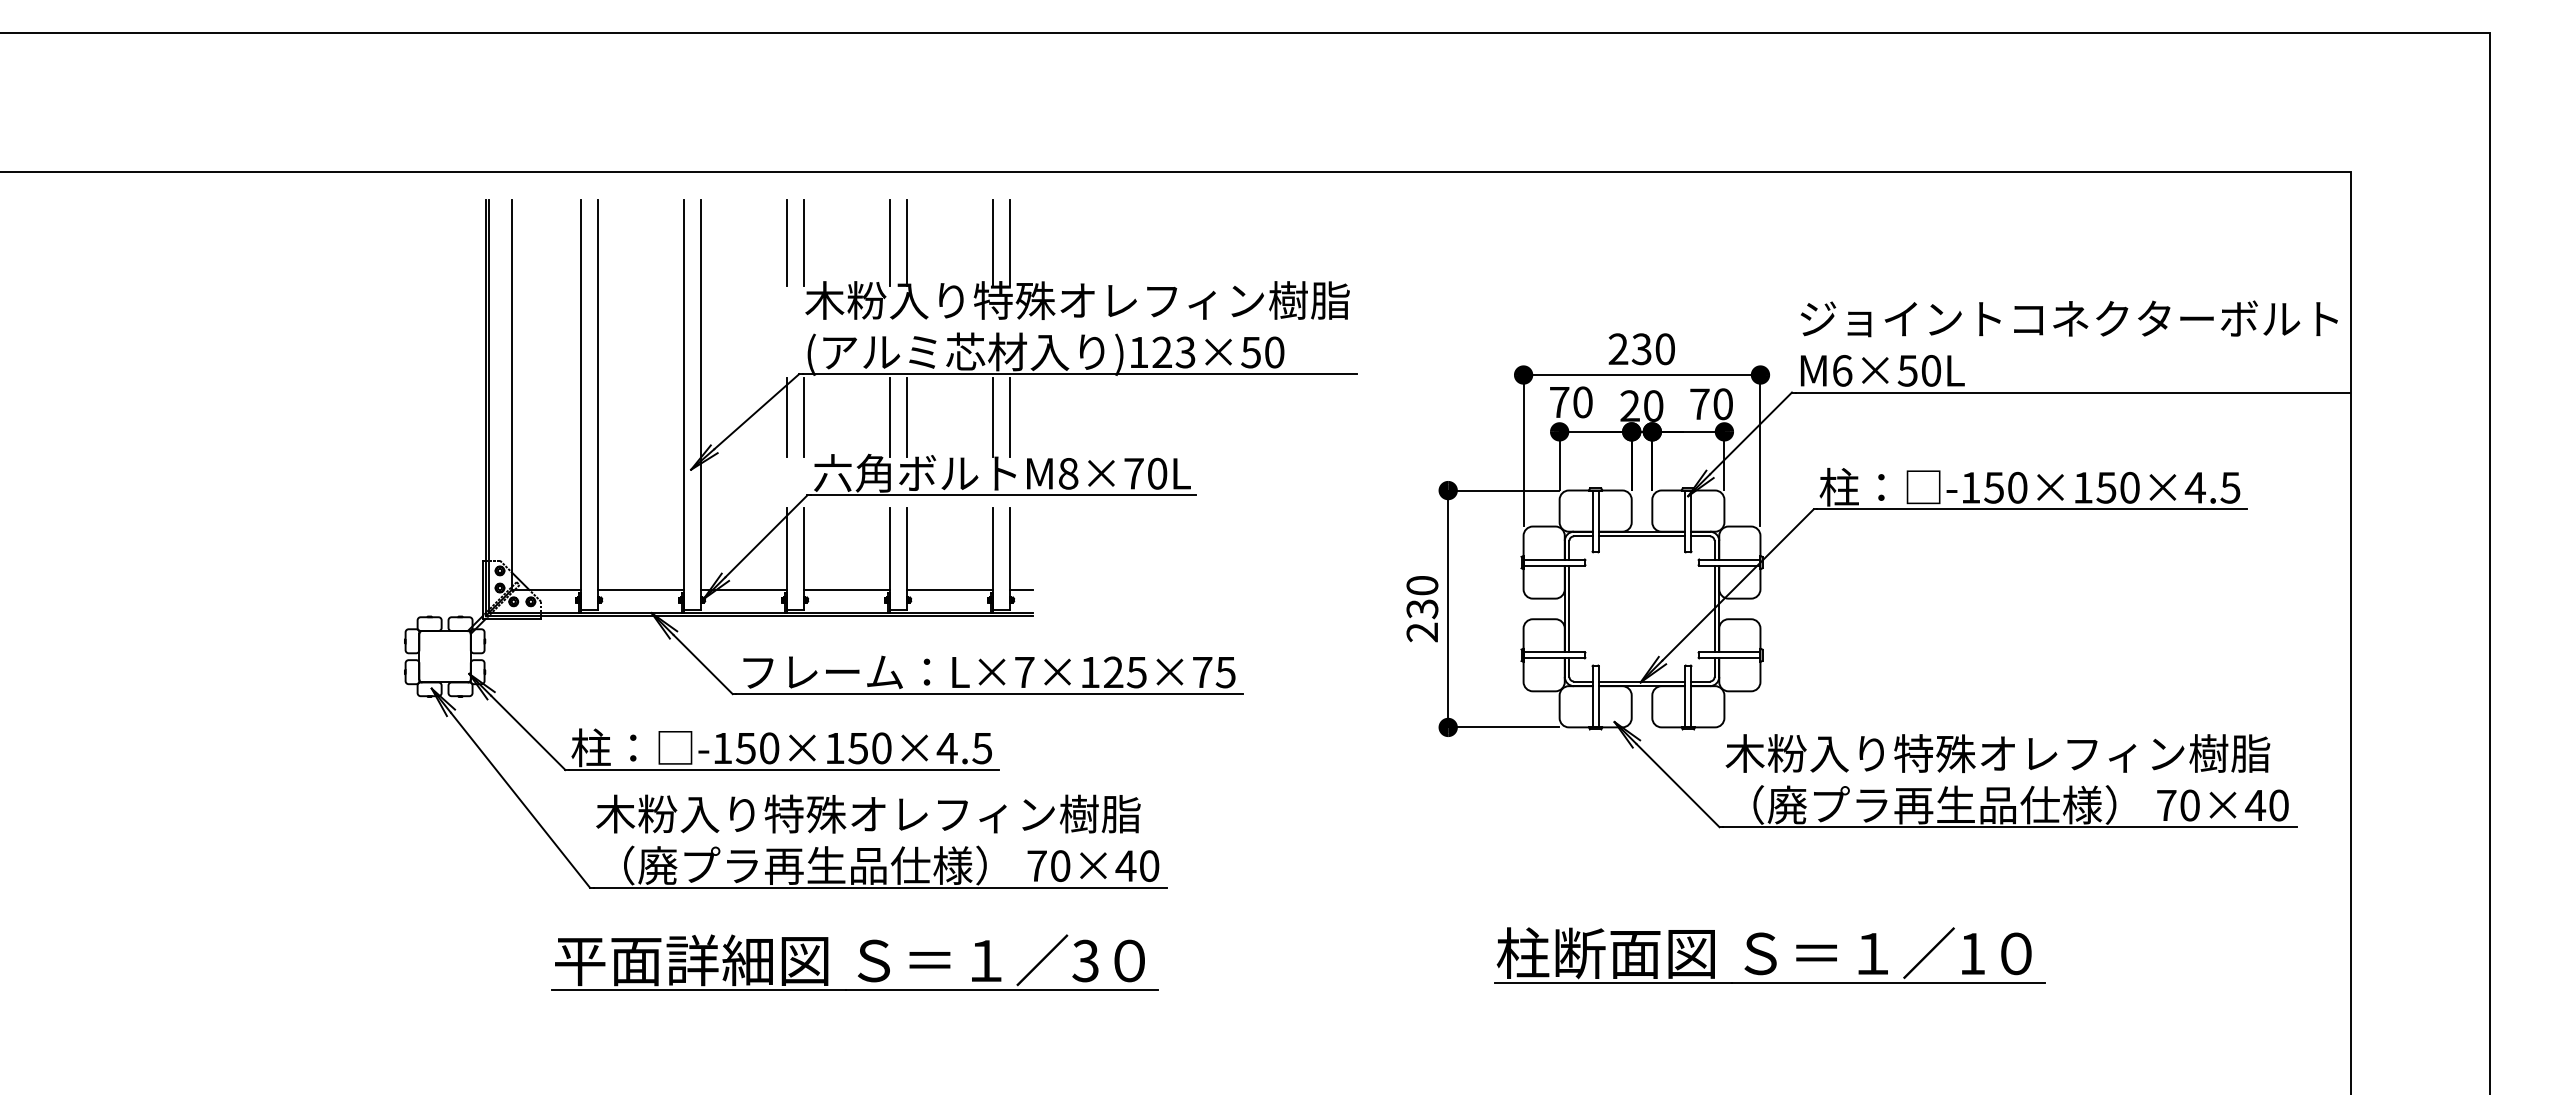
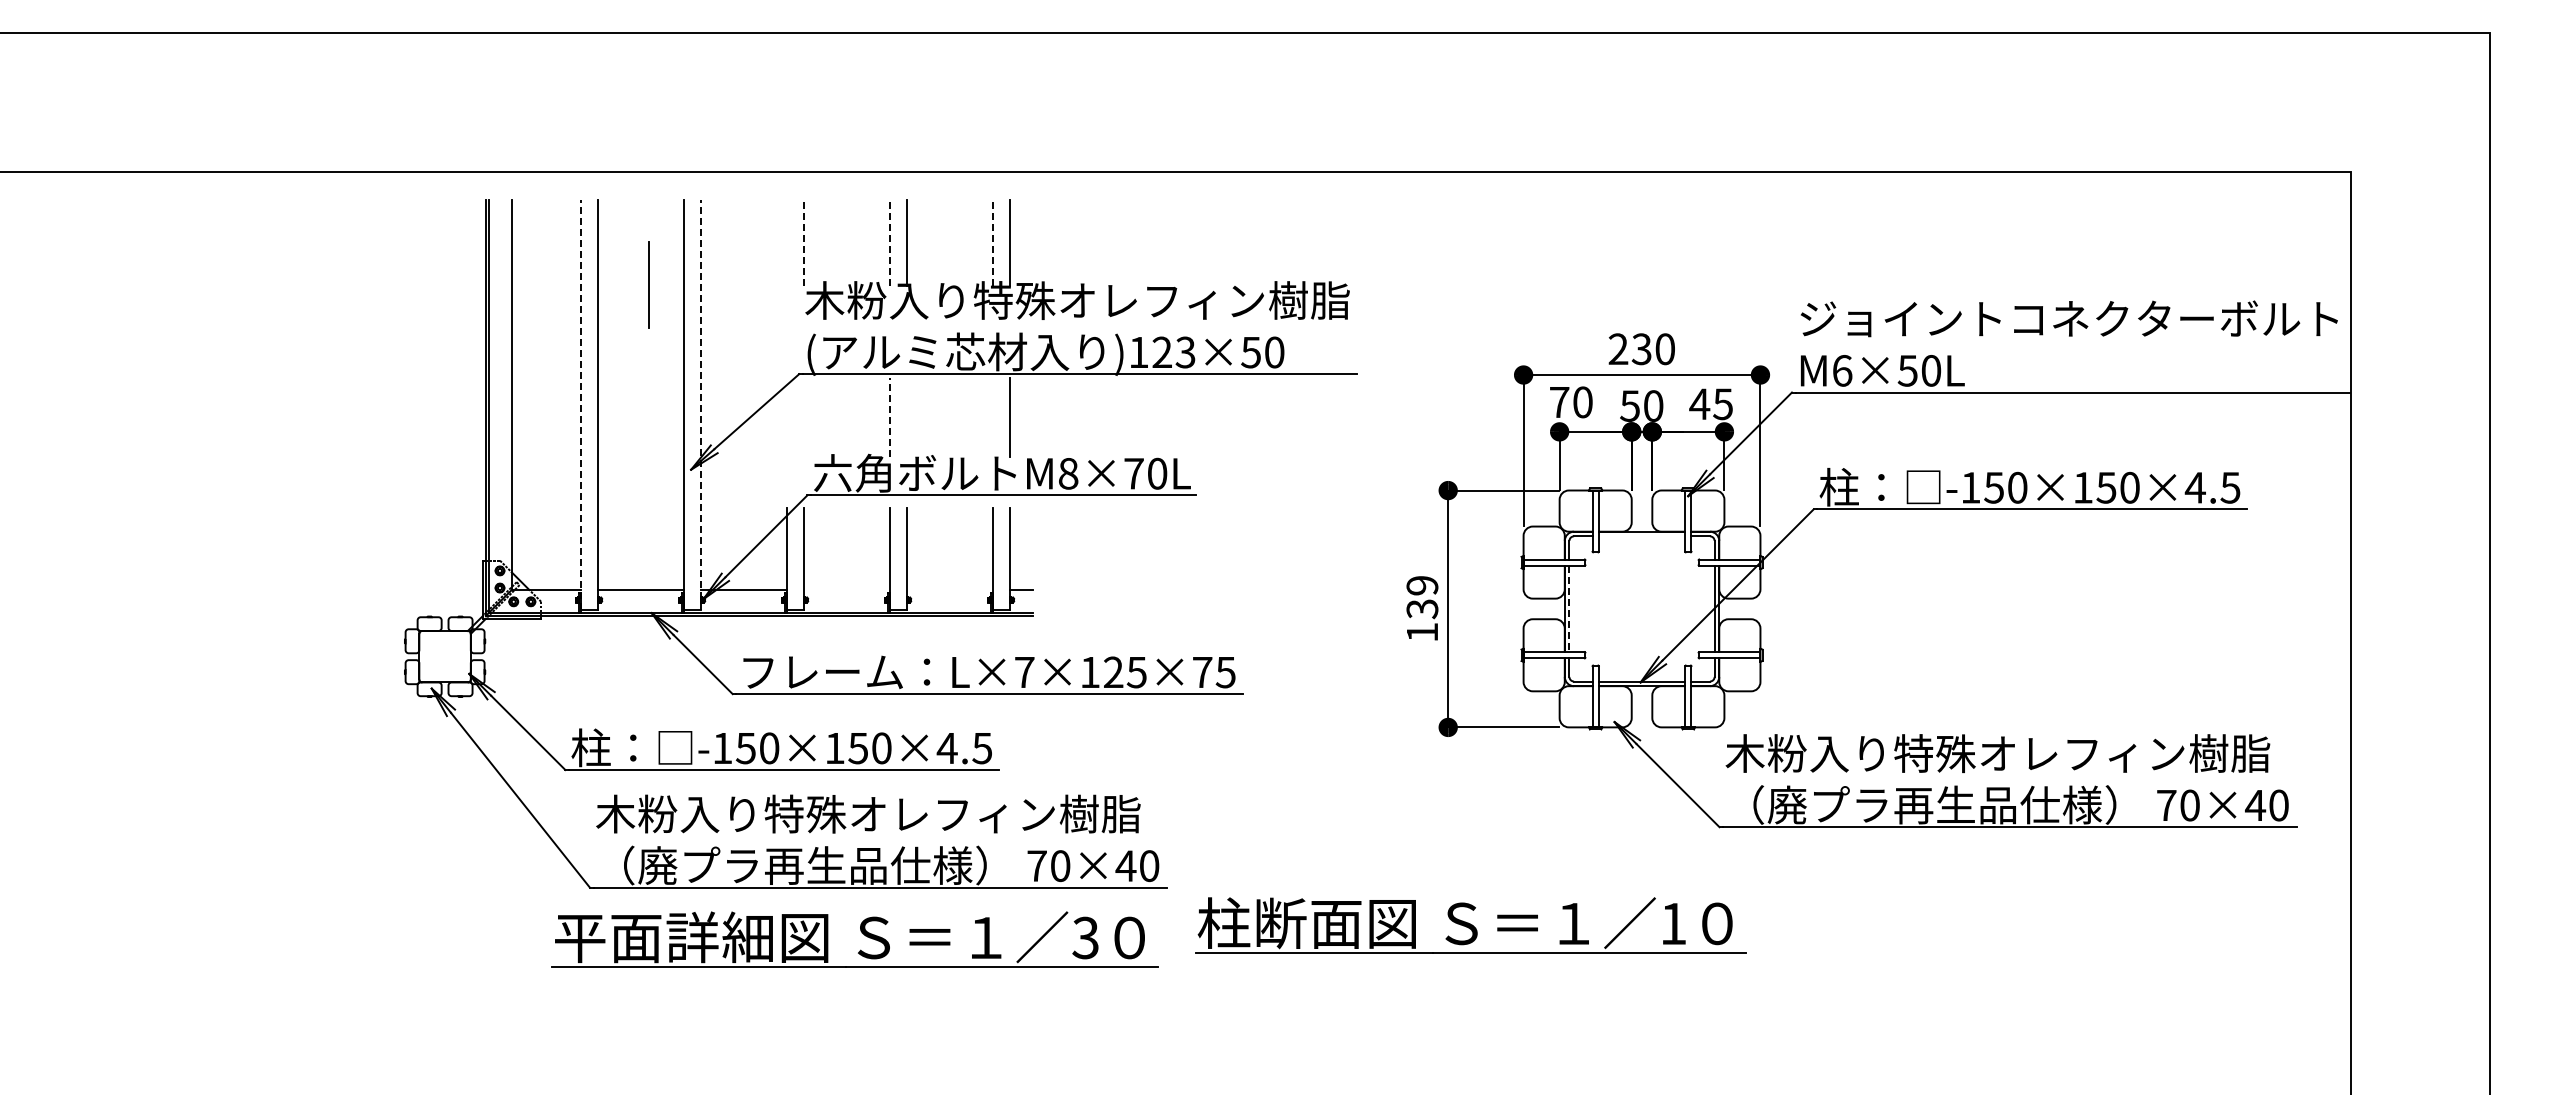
line at (786, 242) position: (786, 242) -> (648, 284)
line at (803, 242): solid -> dashed
line at (889, 242): solid -> dashed
line at (992, 242): solid -> dashed
line at (580, 404): solid -> dashed
line at (700, 404): solid -> dashed
text at (1710, 404): 70 -> 45
text at (1629, 405): 20 -> 50
line at (786, 417): present -> none
line at (803, 417): present -> none
line at (889, 417): solid -> dashed
line at (906, 417): present -> none
line at (992, 417): present -> none
line at (1641, 536): present -> none
line at (846, 589): present -> none
line at (949, 589): present -> none
text at (1422, 609): 230 -> 139
line at (1569, 609): solid -> dashed
part at (861, 955) position: (861, 955) -> (861, 932)
part at (1769, 955) position: (1769, 955) -> (1470, 925)
